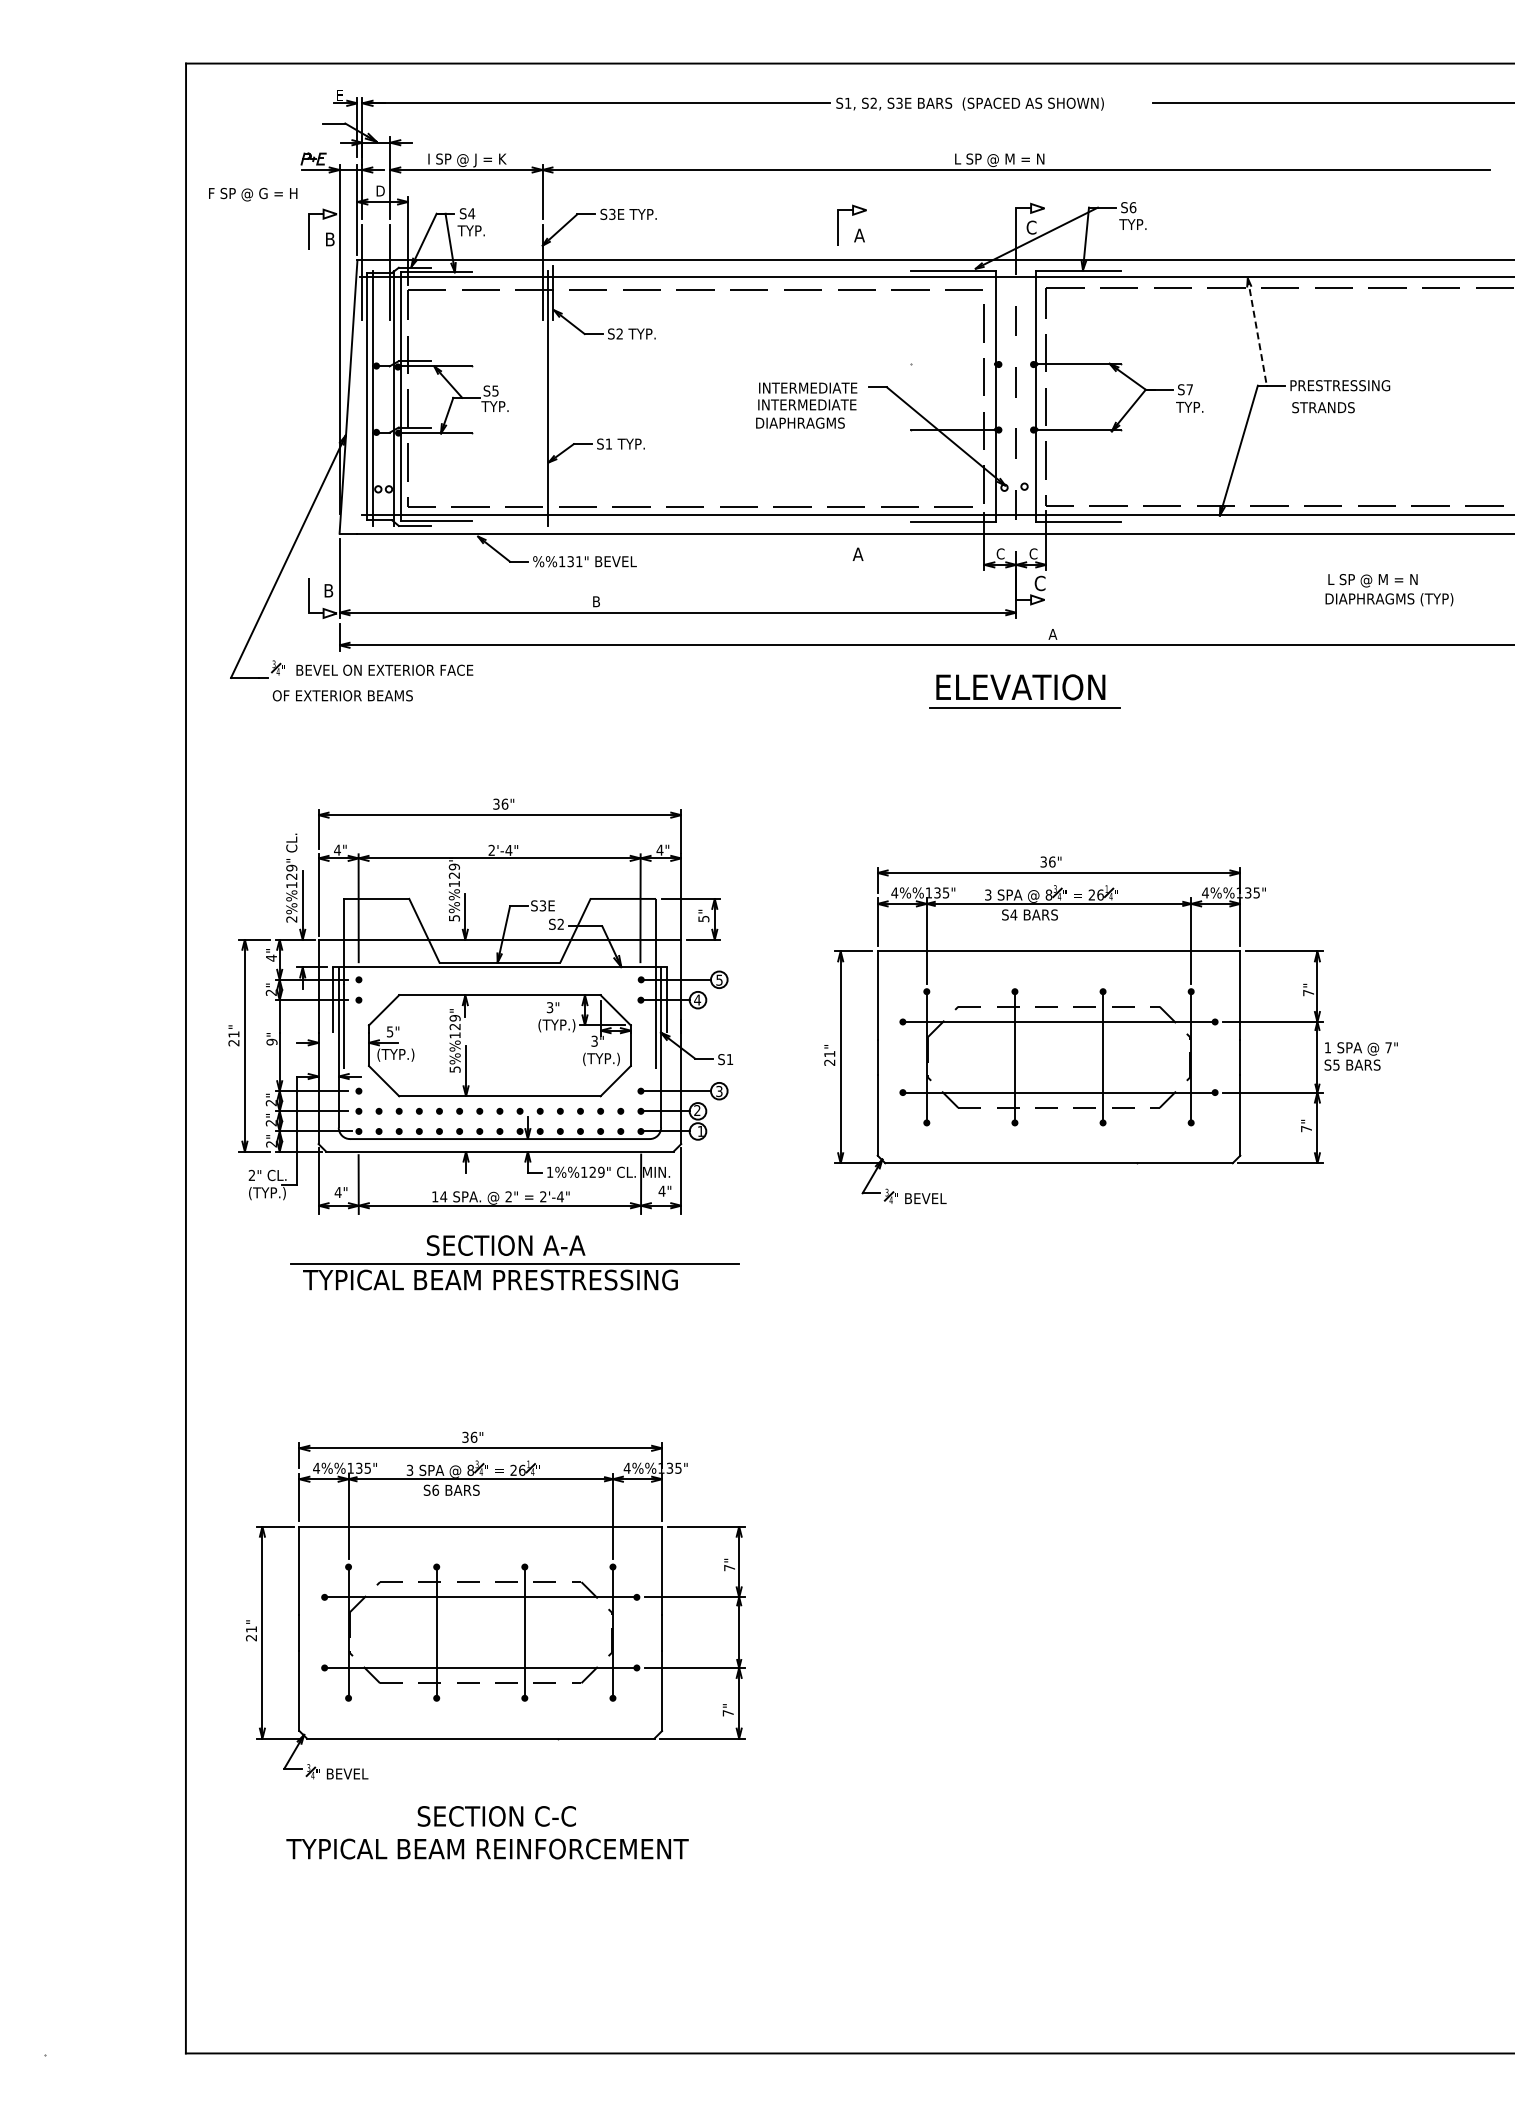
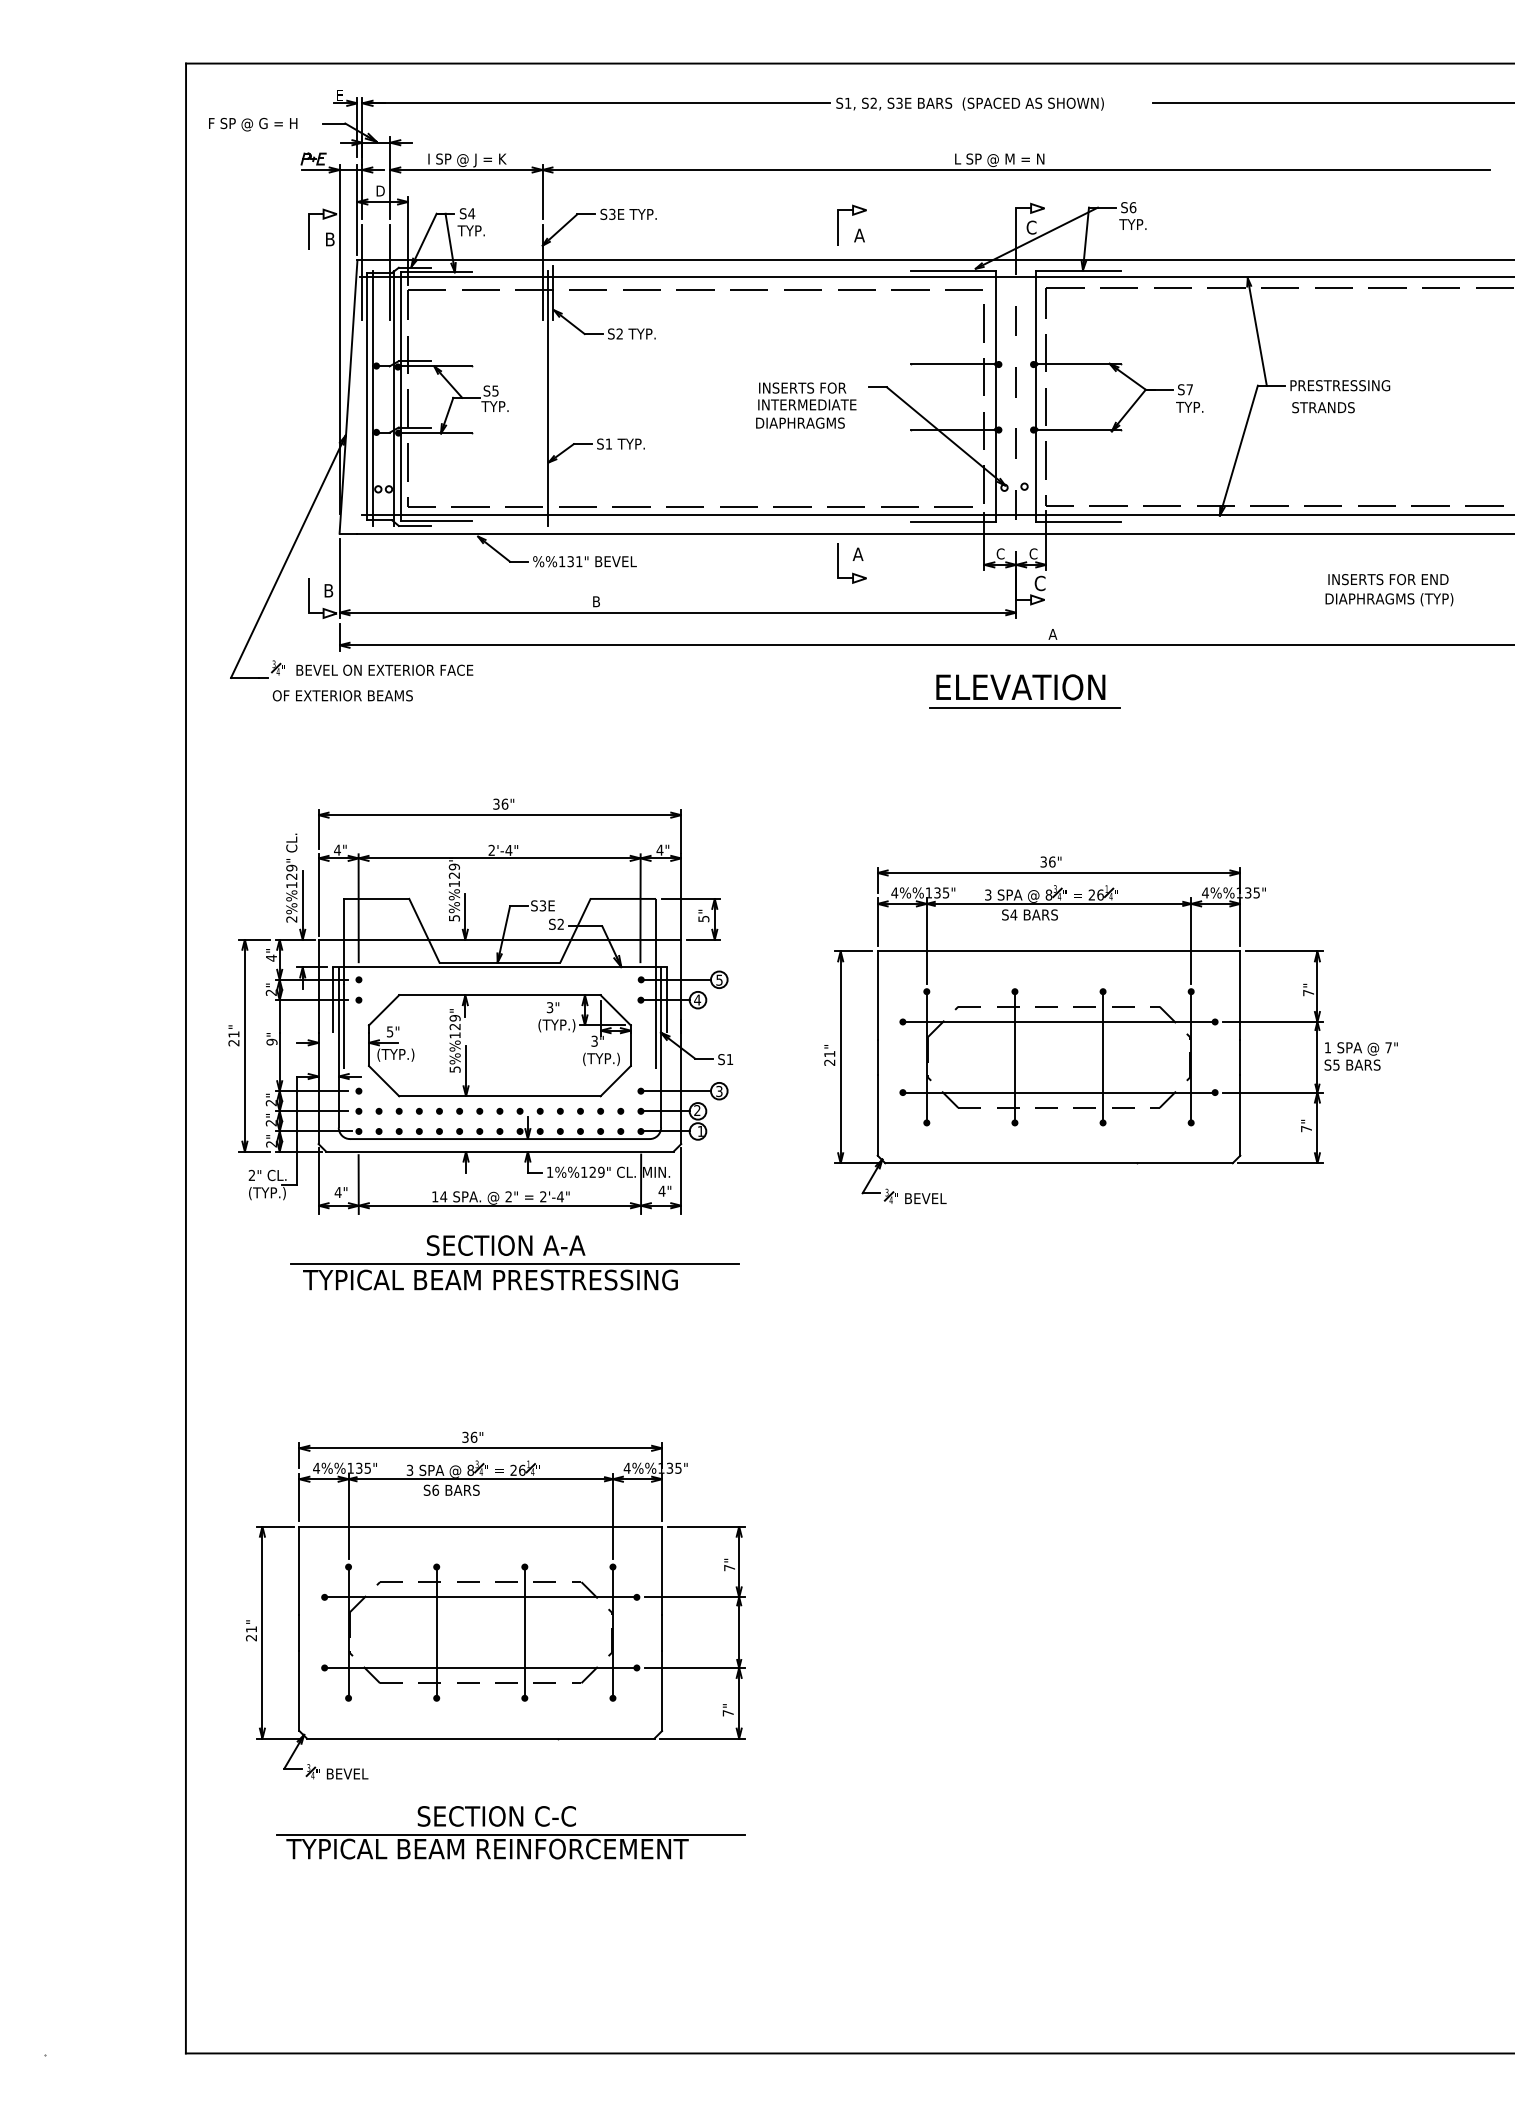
text at (253, 194) position: (253, 194) -> (253, 124)
line at (1257, 332): dashed -> solid
line at (953, 364): none -> present
text at (814, 387): INTERMEDIATE -> INSERTS FOR
part at (852, 572): none -> present
text at (1388, 580): L SP @ M = N -> INSERTS FOR END
line at (510, 1834): none -> present
